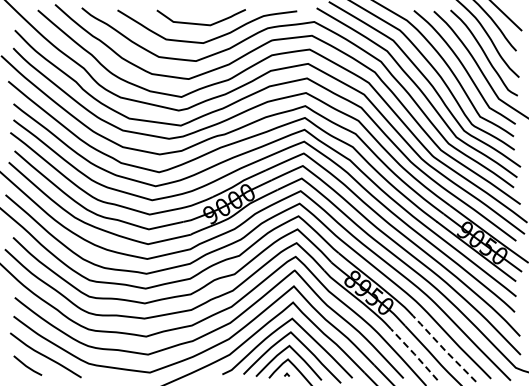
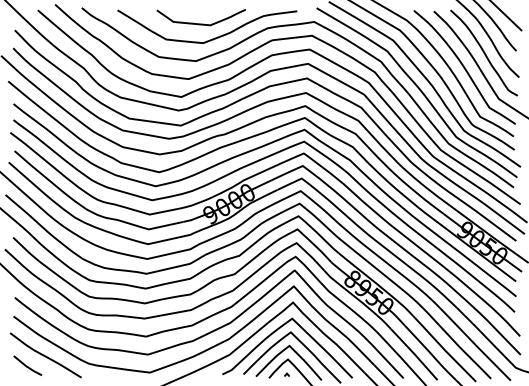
line at (443, 349): dashed -> solid
line at (414, 354): dashed -> solid
